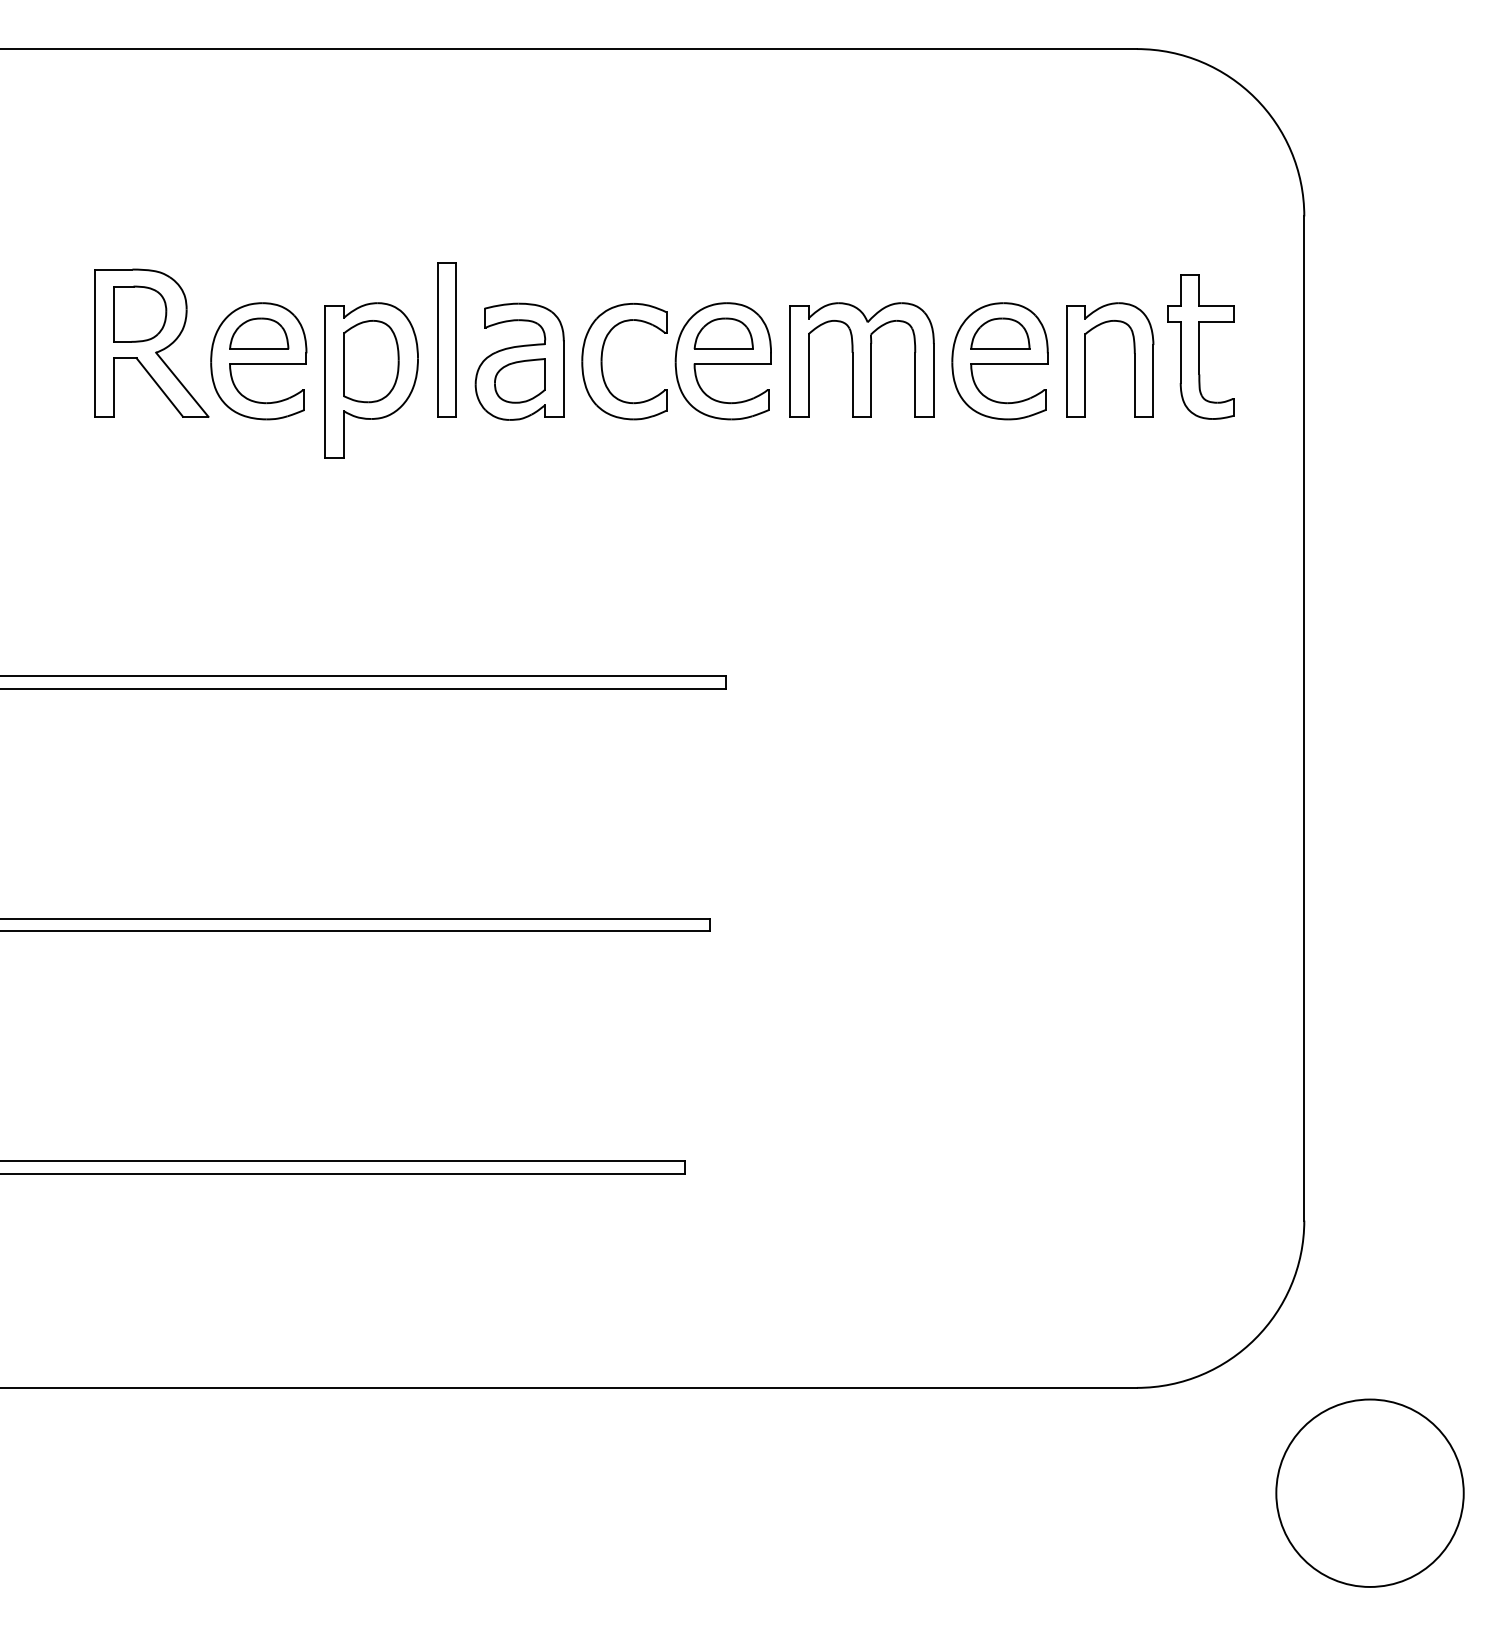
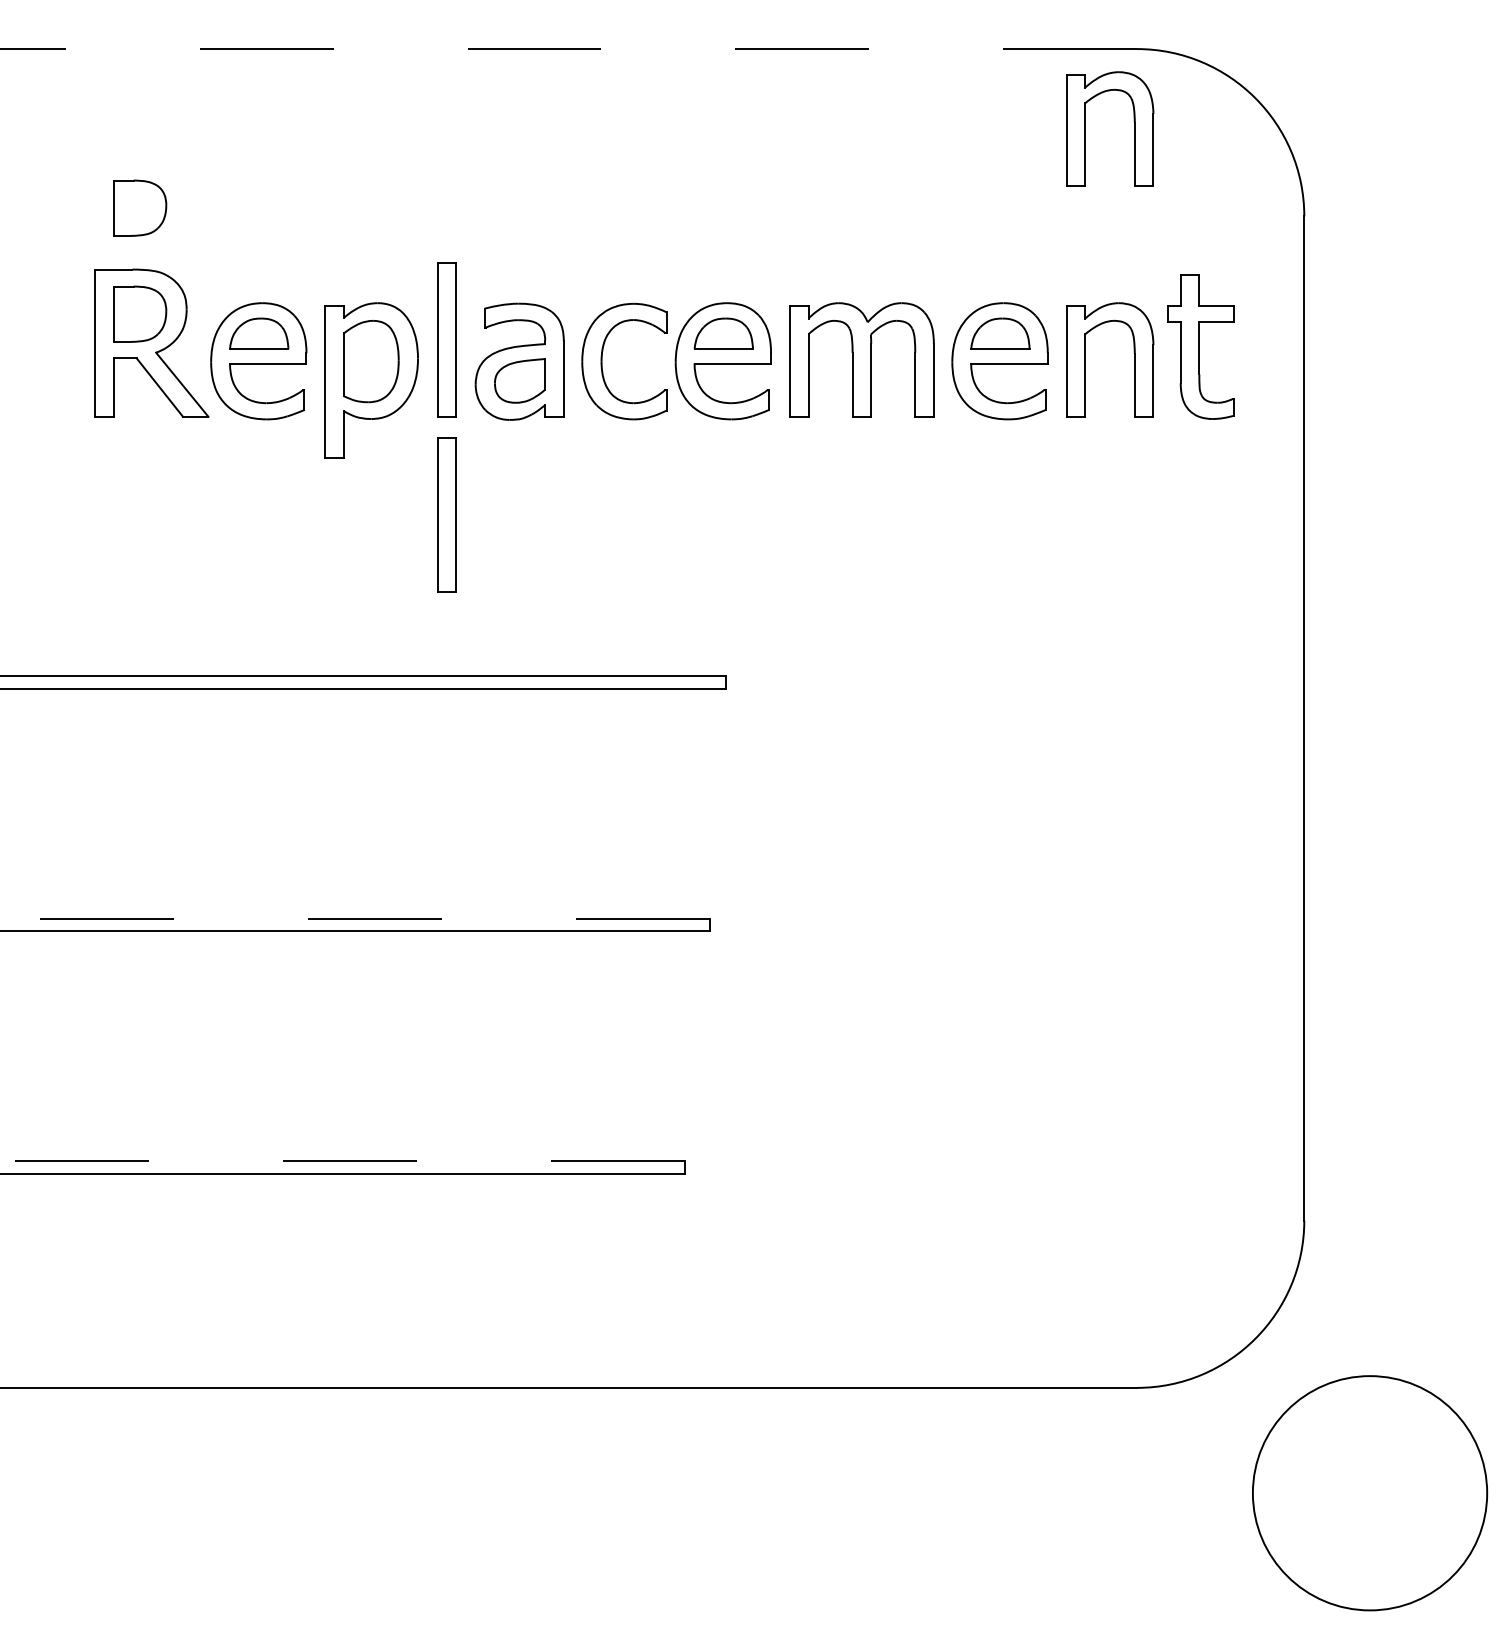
line at (568, 49): solid -> dashed
part at (1134, 128): none -> present
part at (140, 207): none -> present
part at (446, 514): none -> present
line at (354, 918): solid -> dashed
line at (341, 1161): solid -> dashed
circle at (1369, 1492) diameter: 187 px -> 234 px
